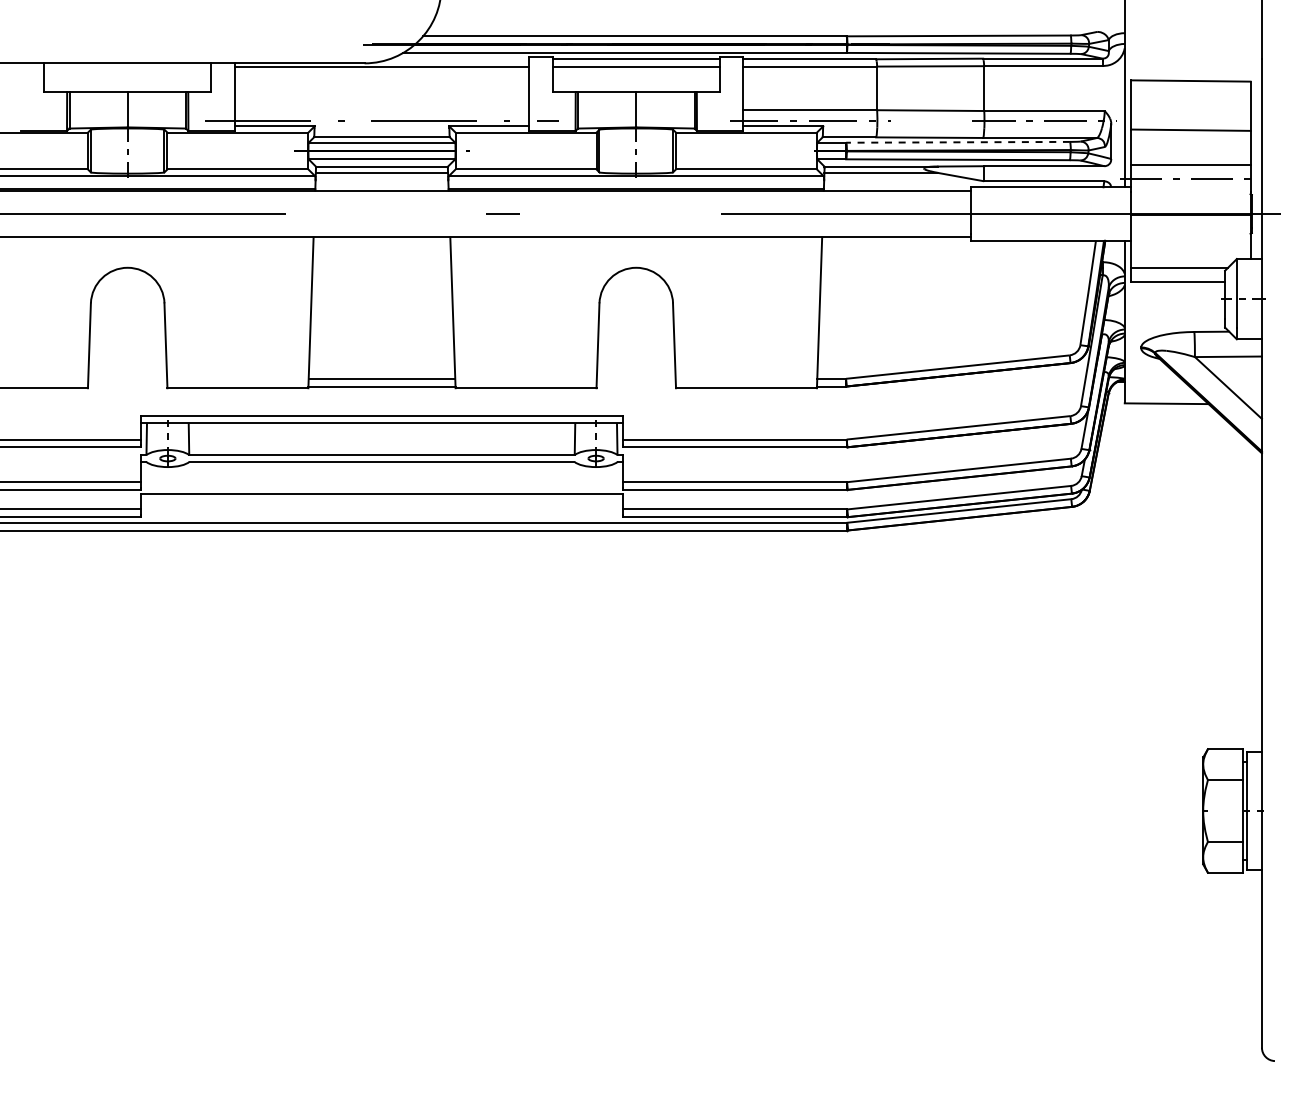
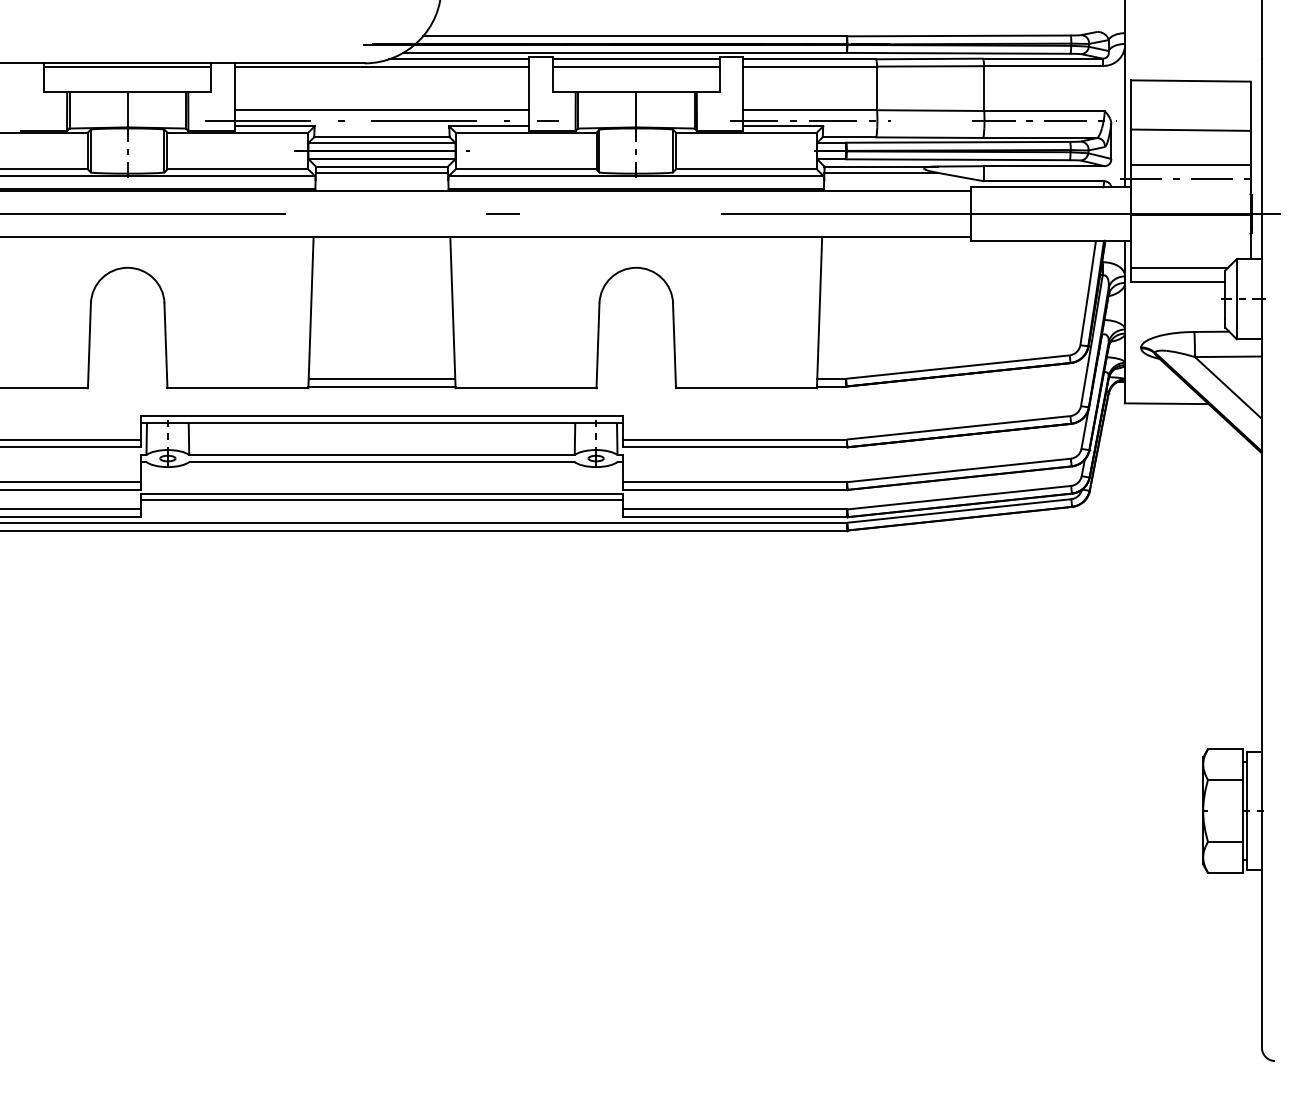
line at (459, 59): none -> present
line at (127, 66): none -> present
line at (381, 110): none -> present
line at (958, 142): dashed -> solid
line at (381, 500): none -> present
